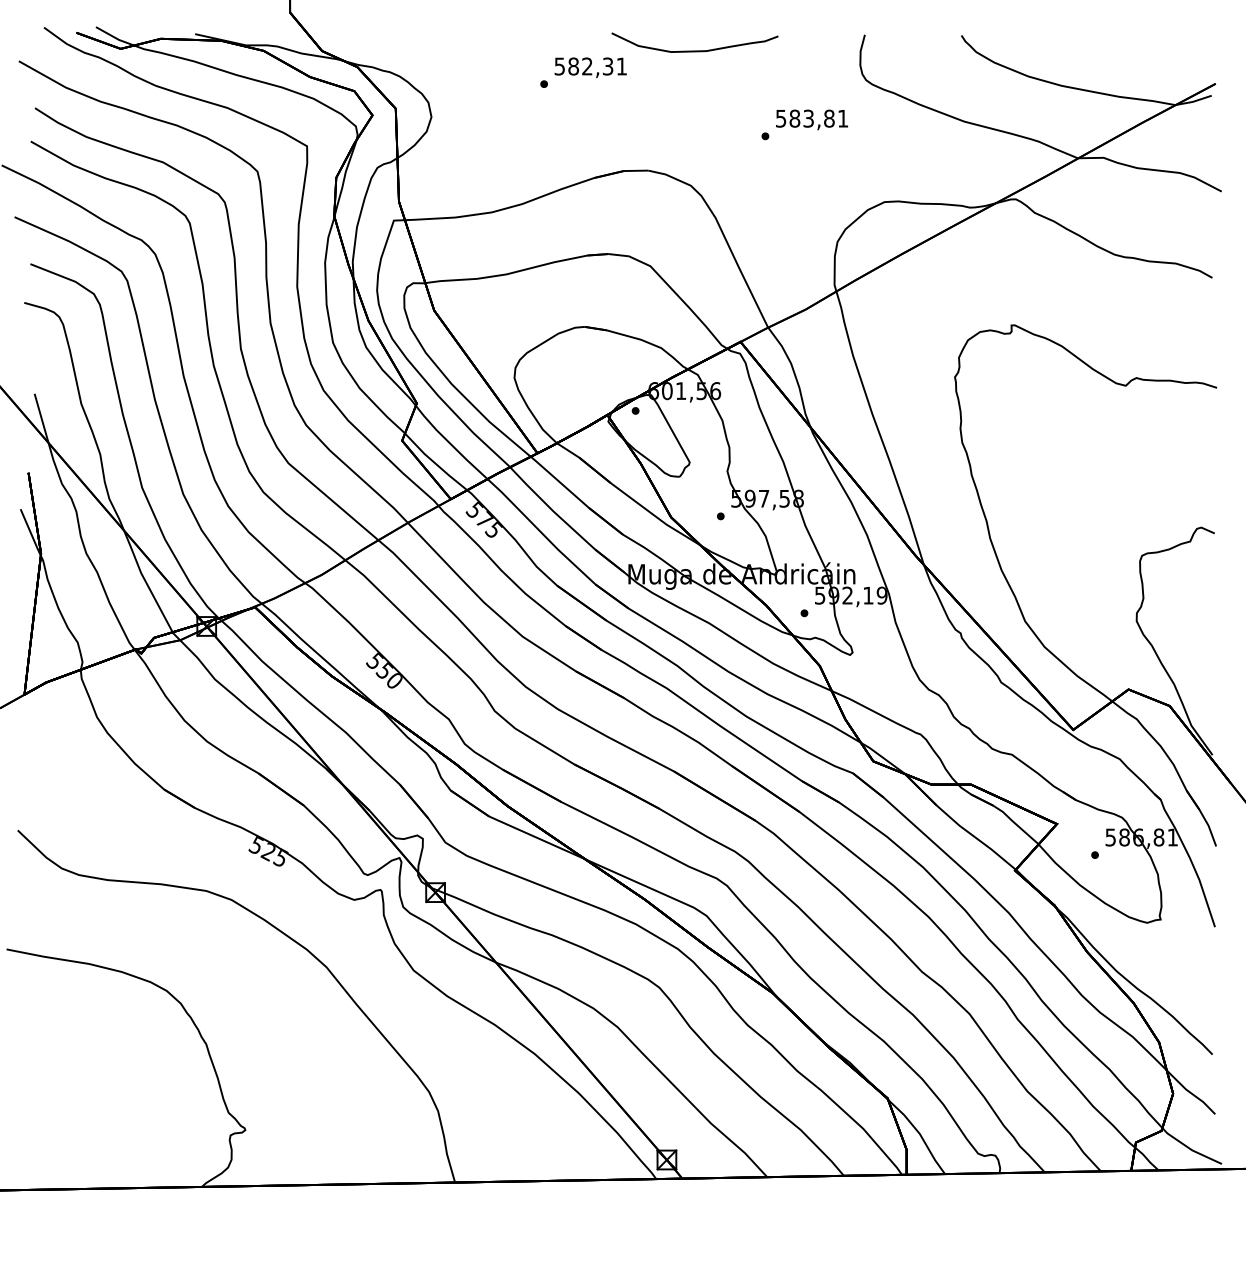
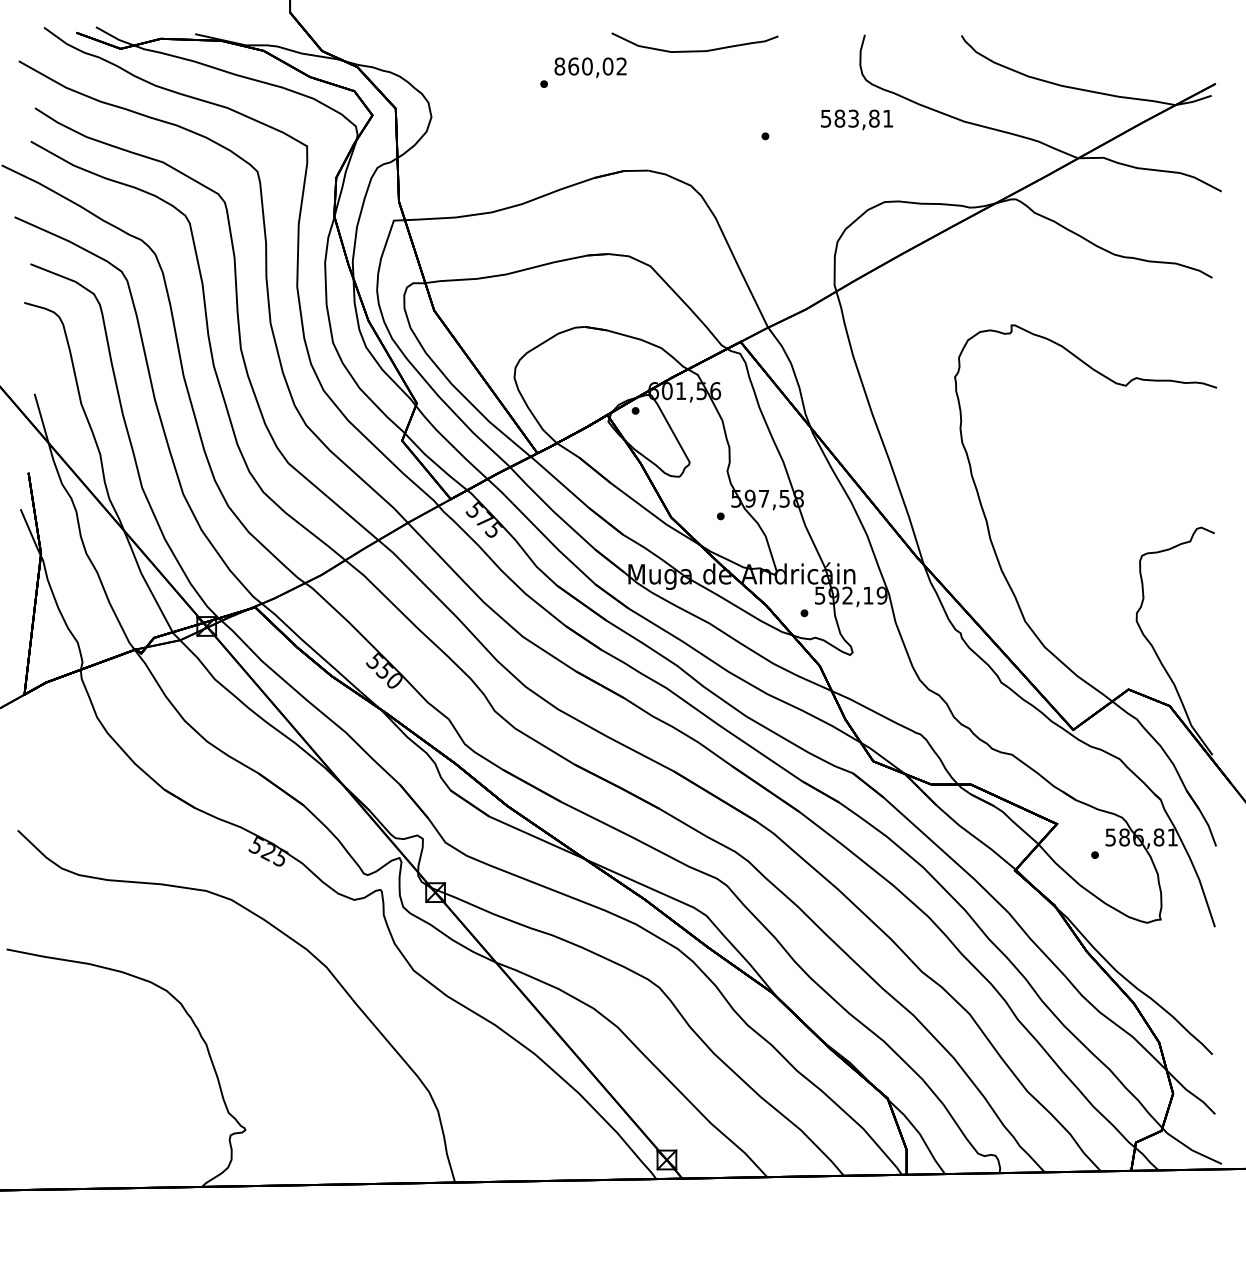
text at (590, 66): 582,31 -> 860,02
text at (812, 119) position: (812, 119) -> (857, 119)
